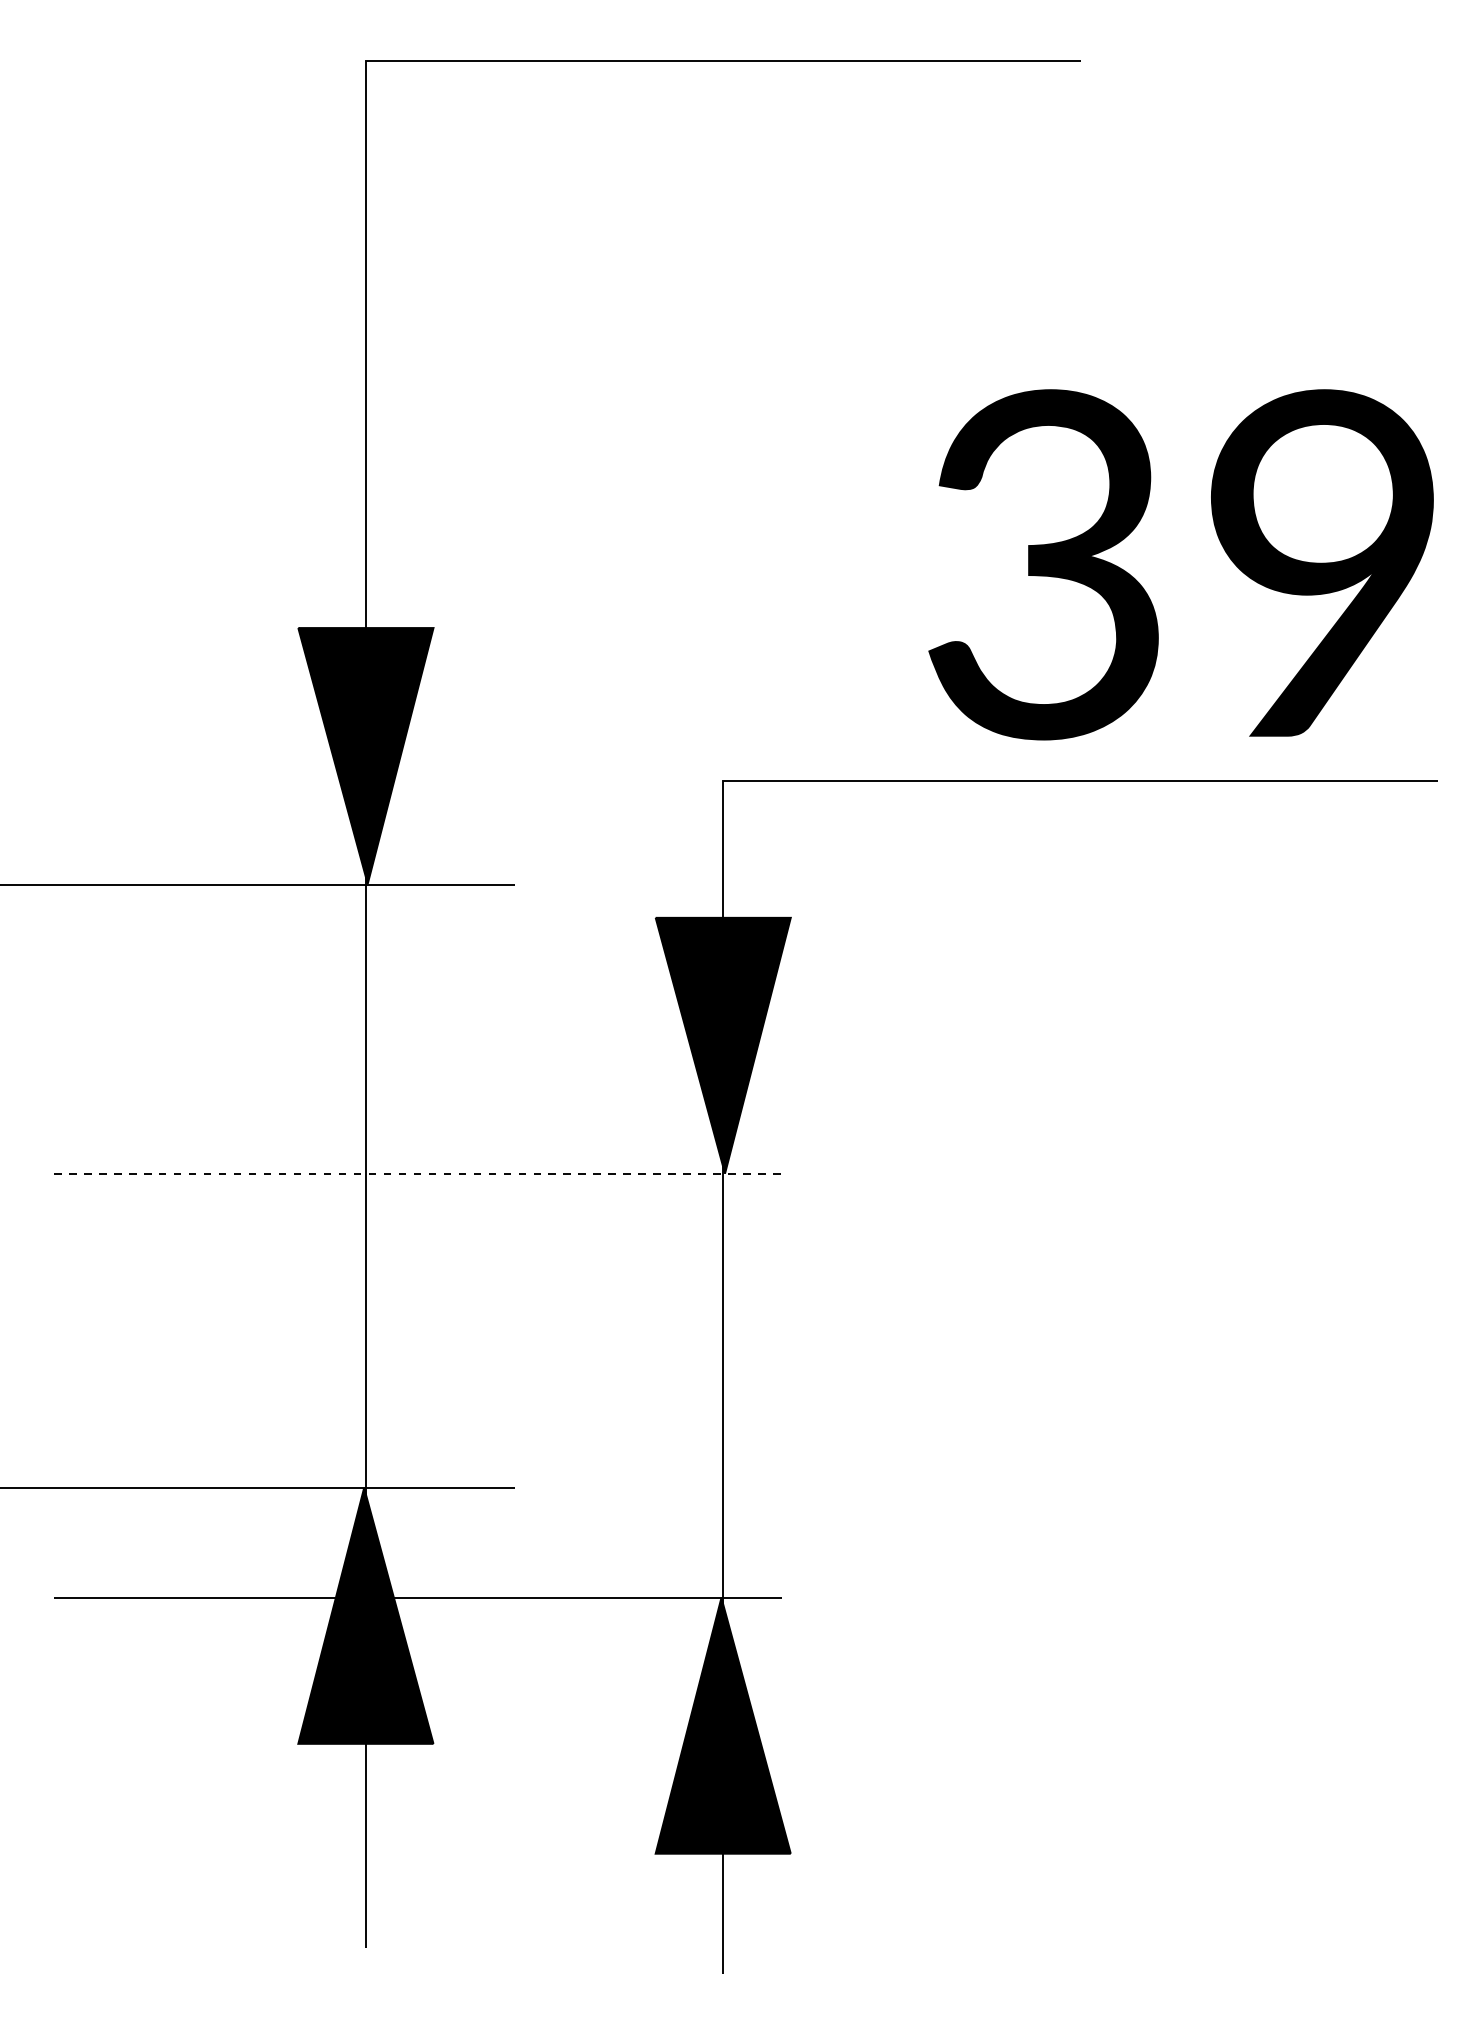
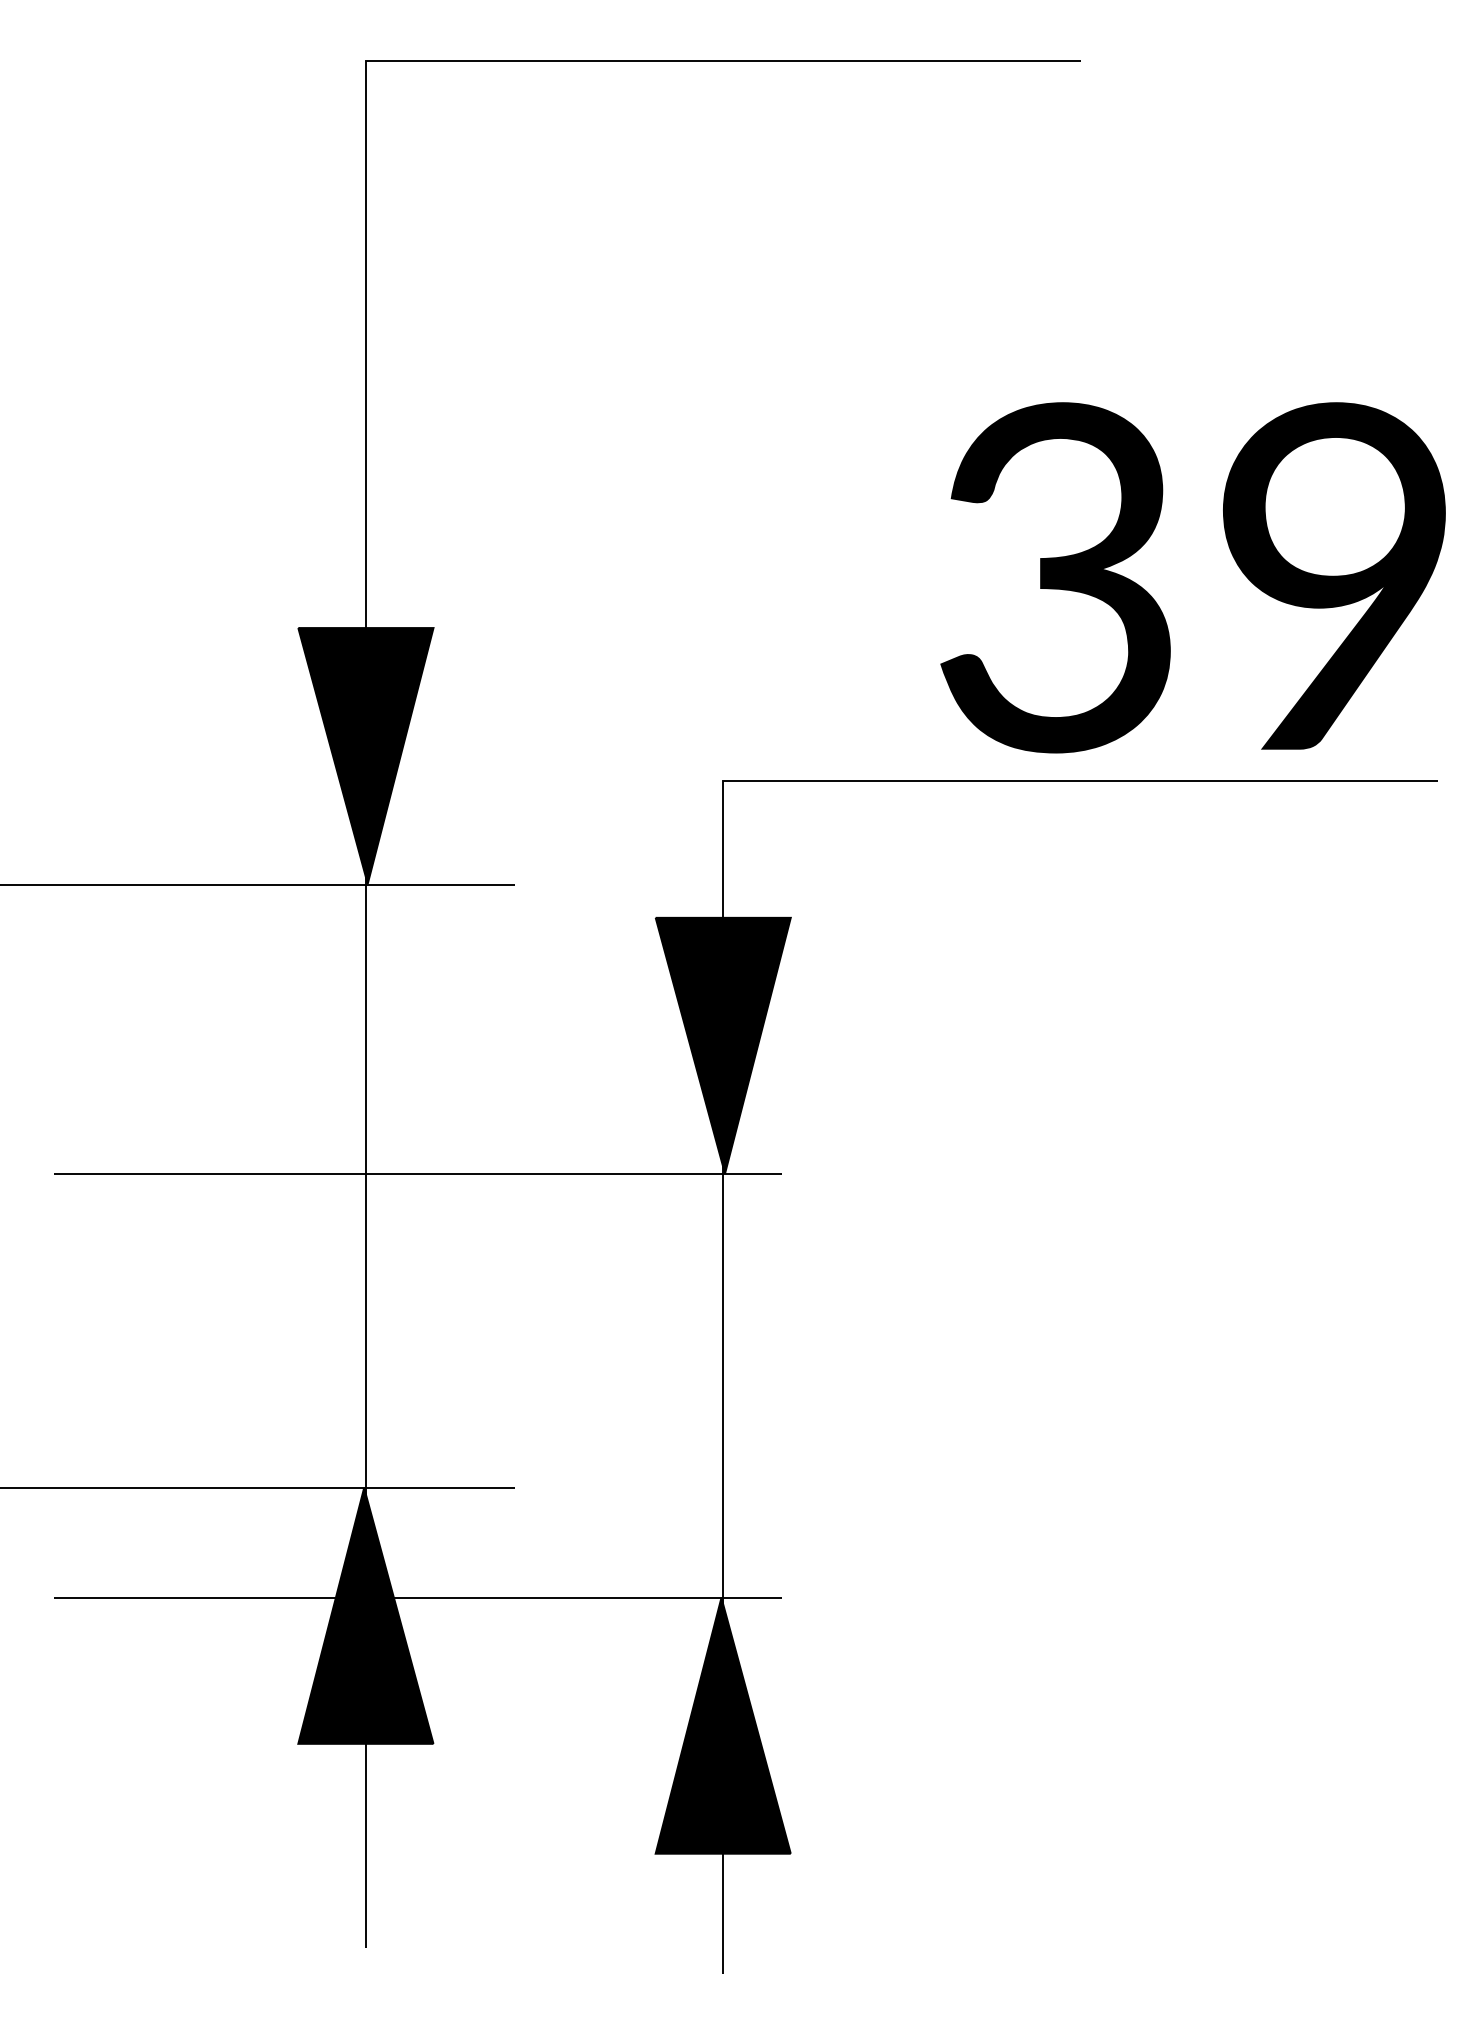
text at (1180, 564) position: (1180, 564) -> (1192, 577)
line at (417, 1173): dashed -> solid
